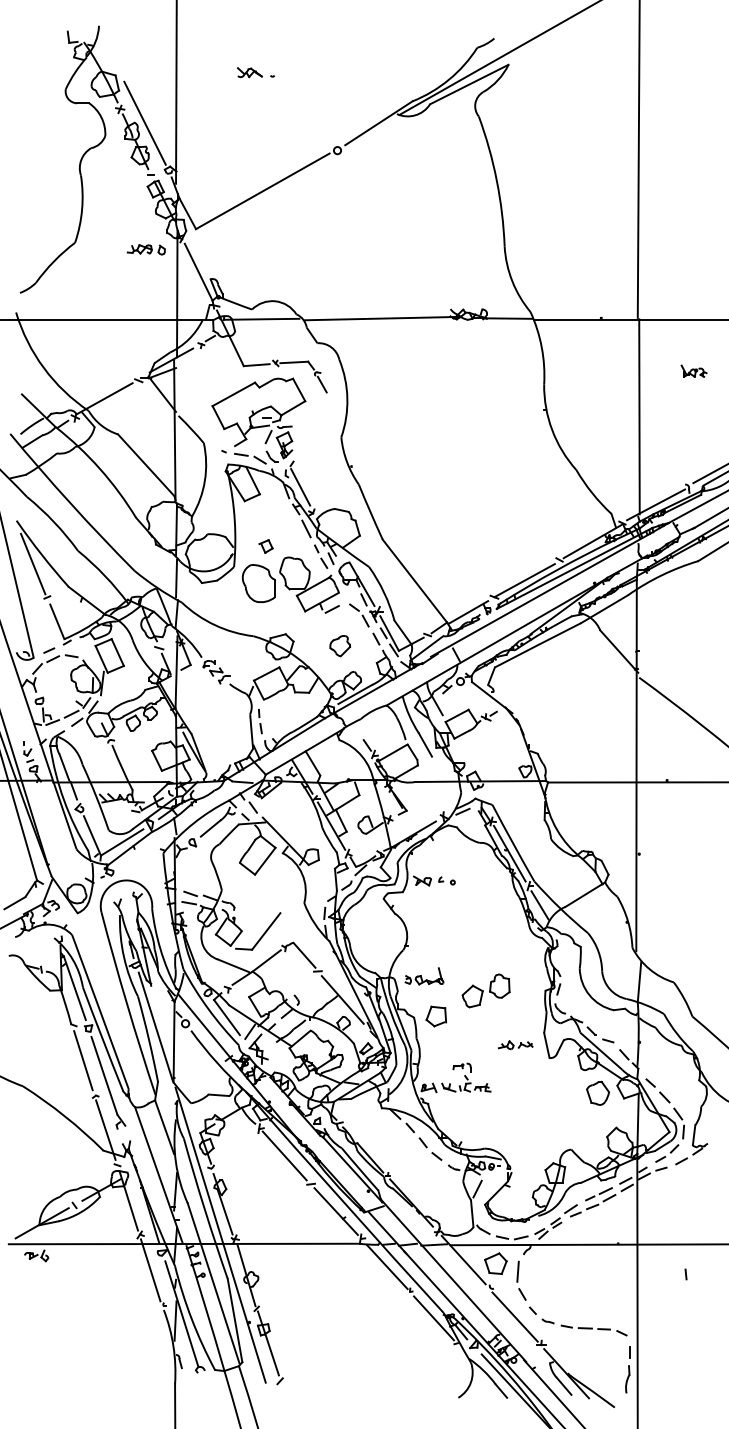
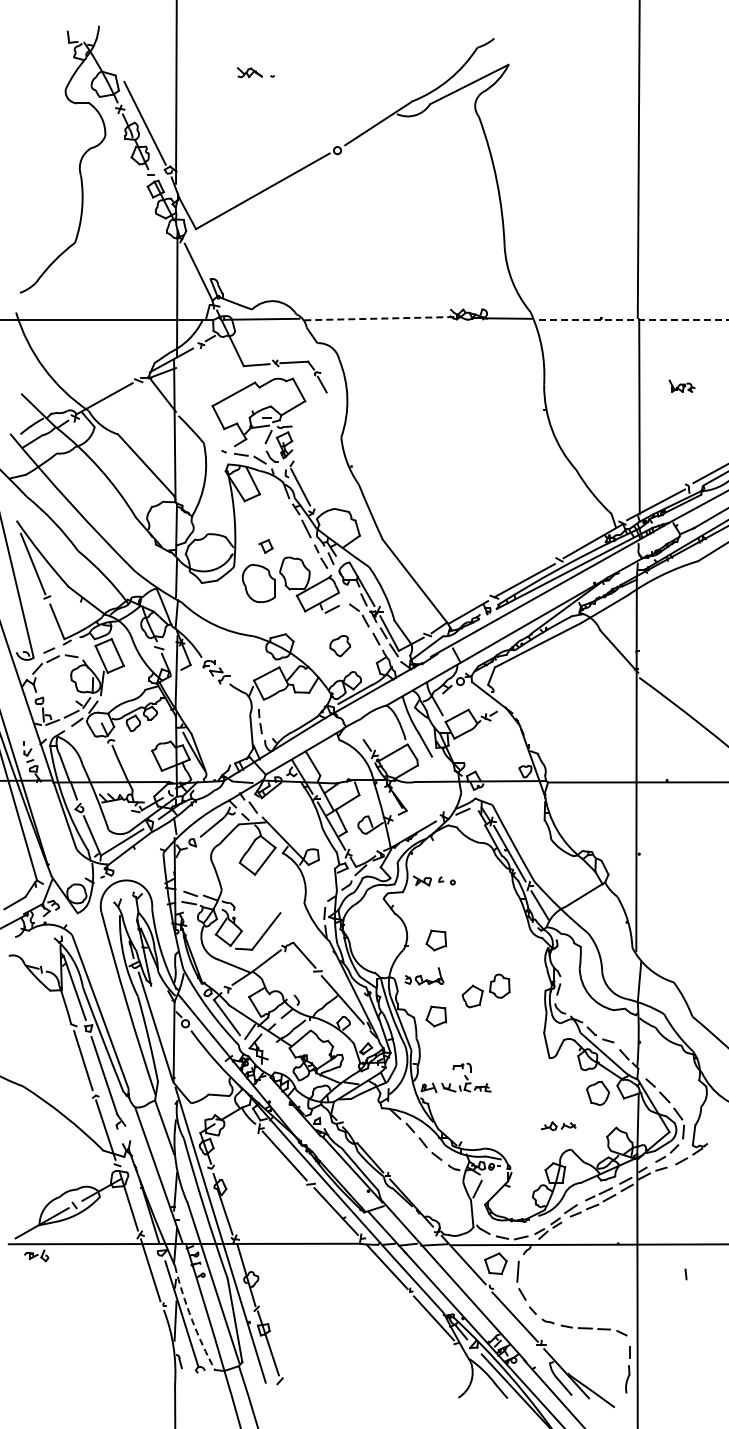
line at (498, 58): present -> none
part at (145, 249): present -> none
line at (383, 318): solid -> dashed
line at (631, 320): solid -> dashed
part at (693, 370) position: (693, 370) -> (681, 385)
part at (436, 940): none -> present
part at (515, 1045) position: (515, 1045) -> (558, 1126)
arc at (191, 1319): solid -> dashed
